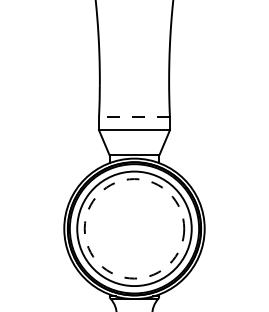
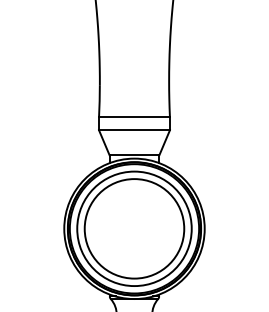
line at (133, 117): dashed -> solid
circle at (134, 228): dashed -> solid
